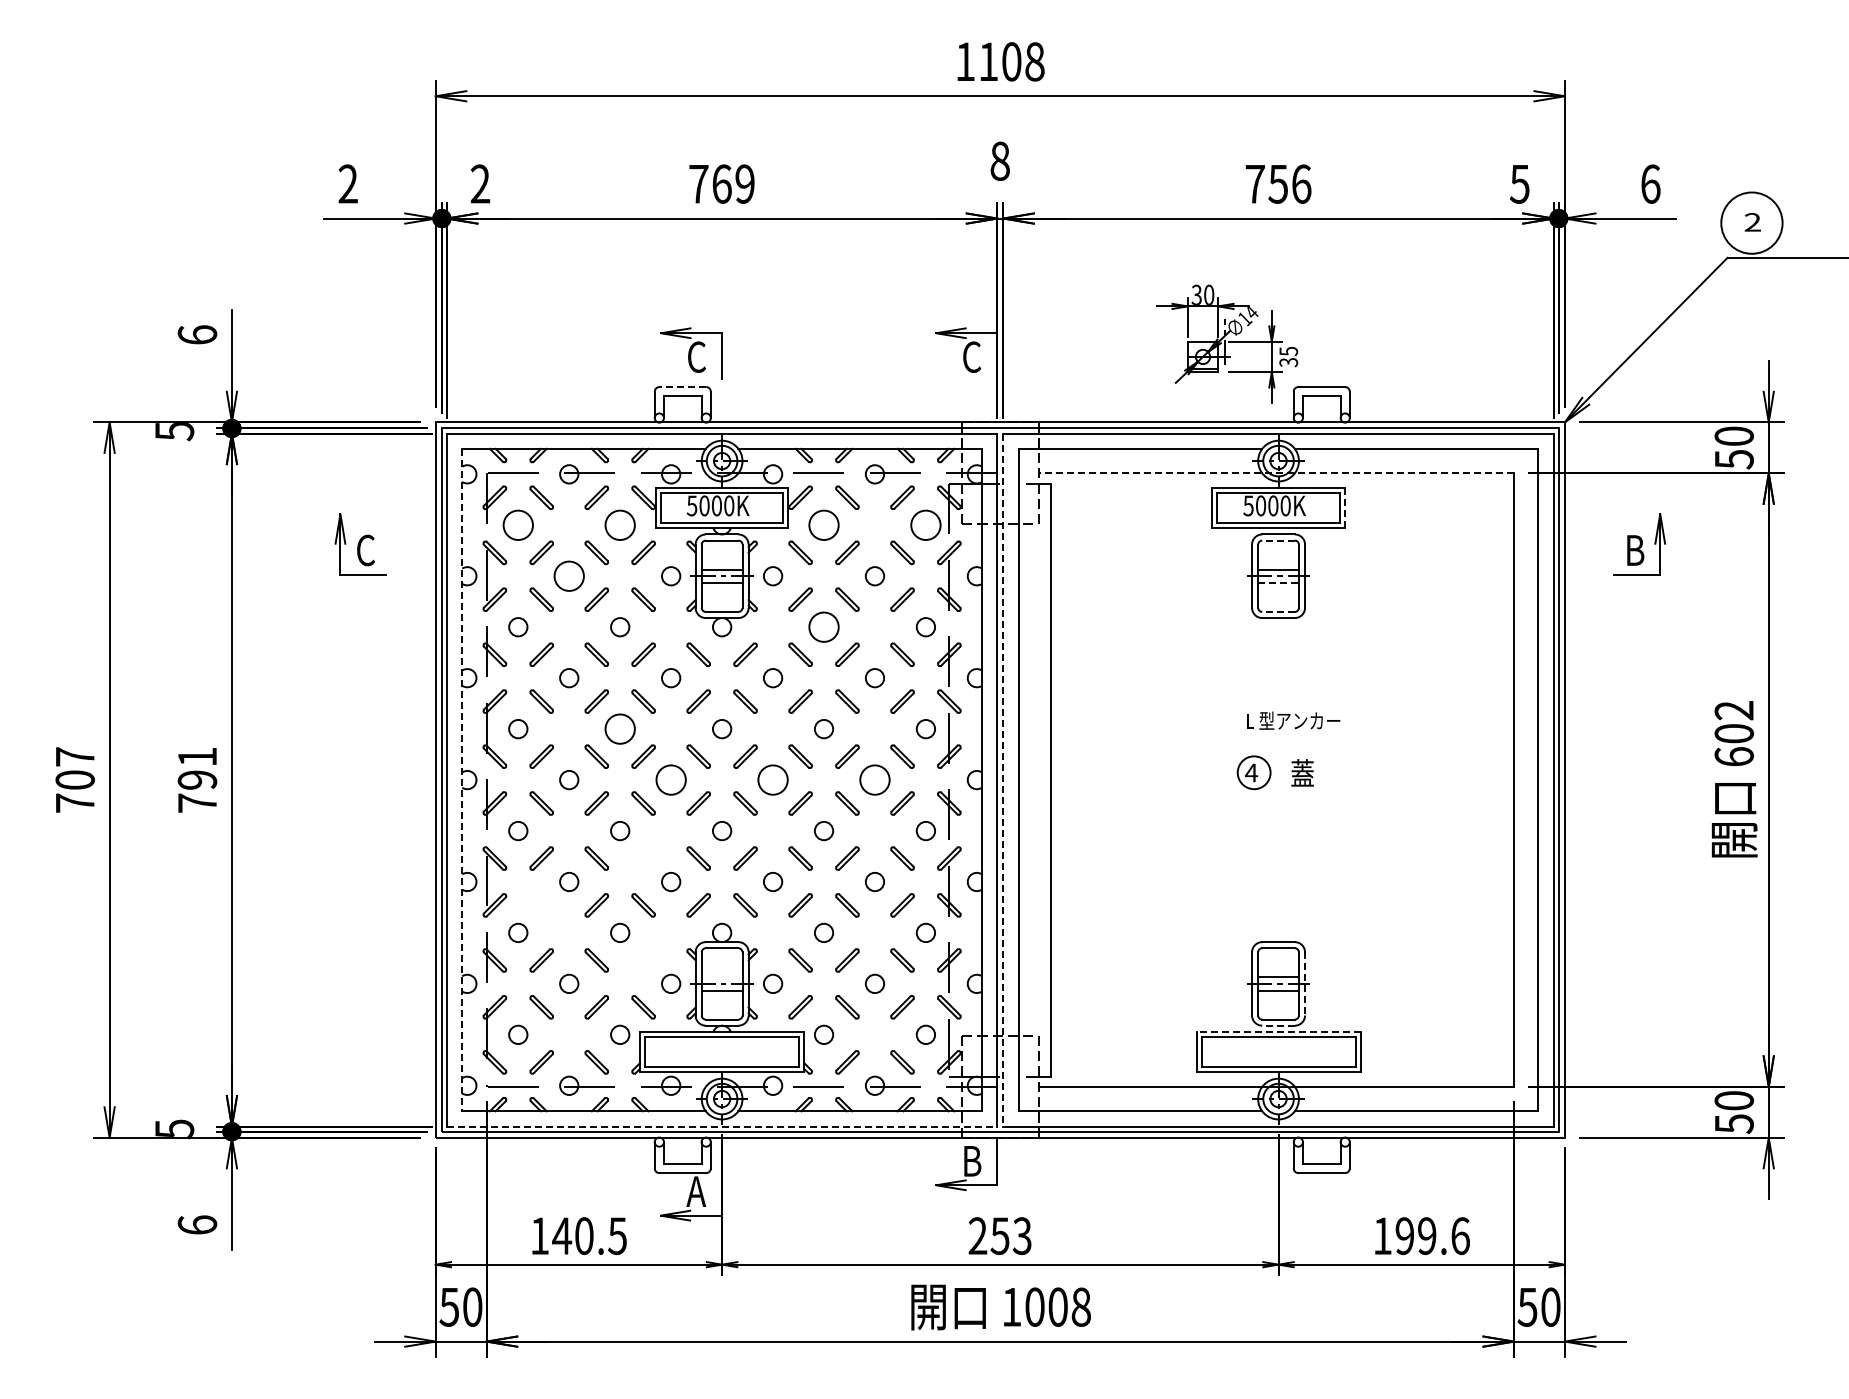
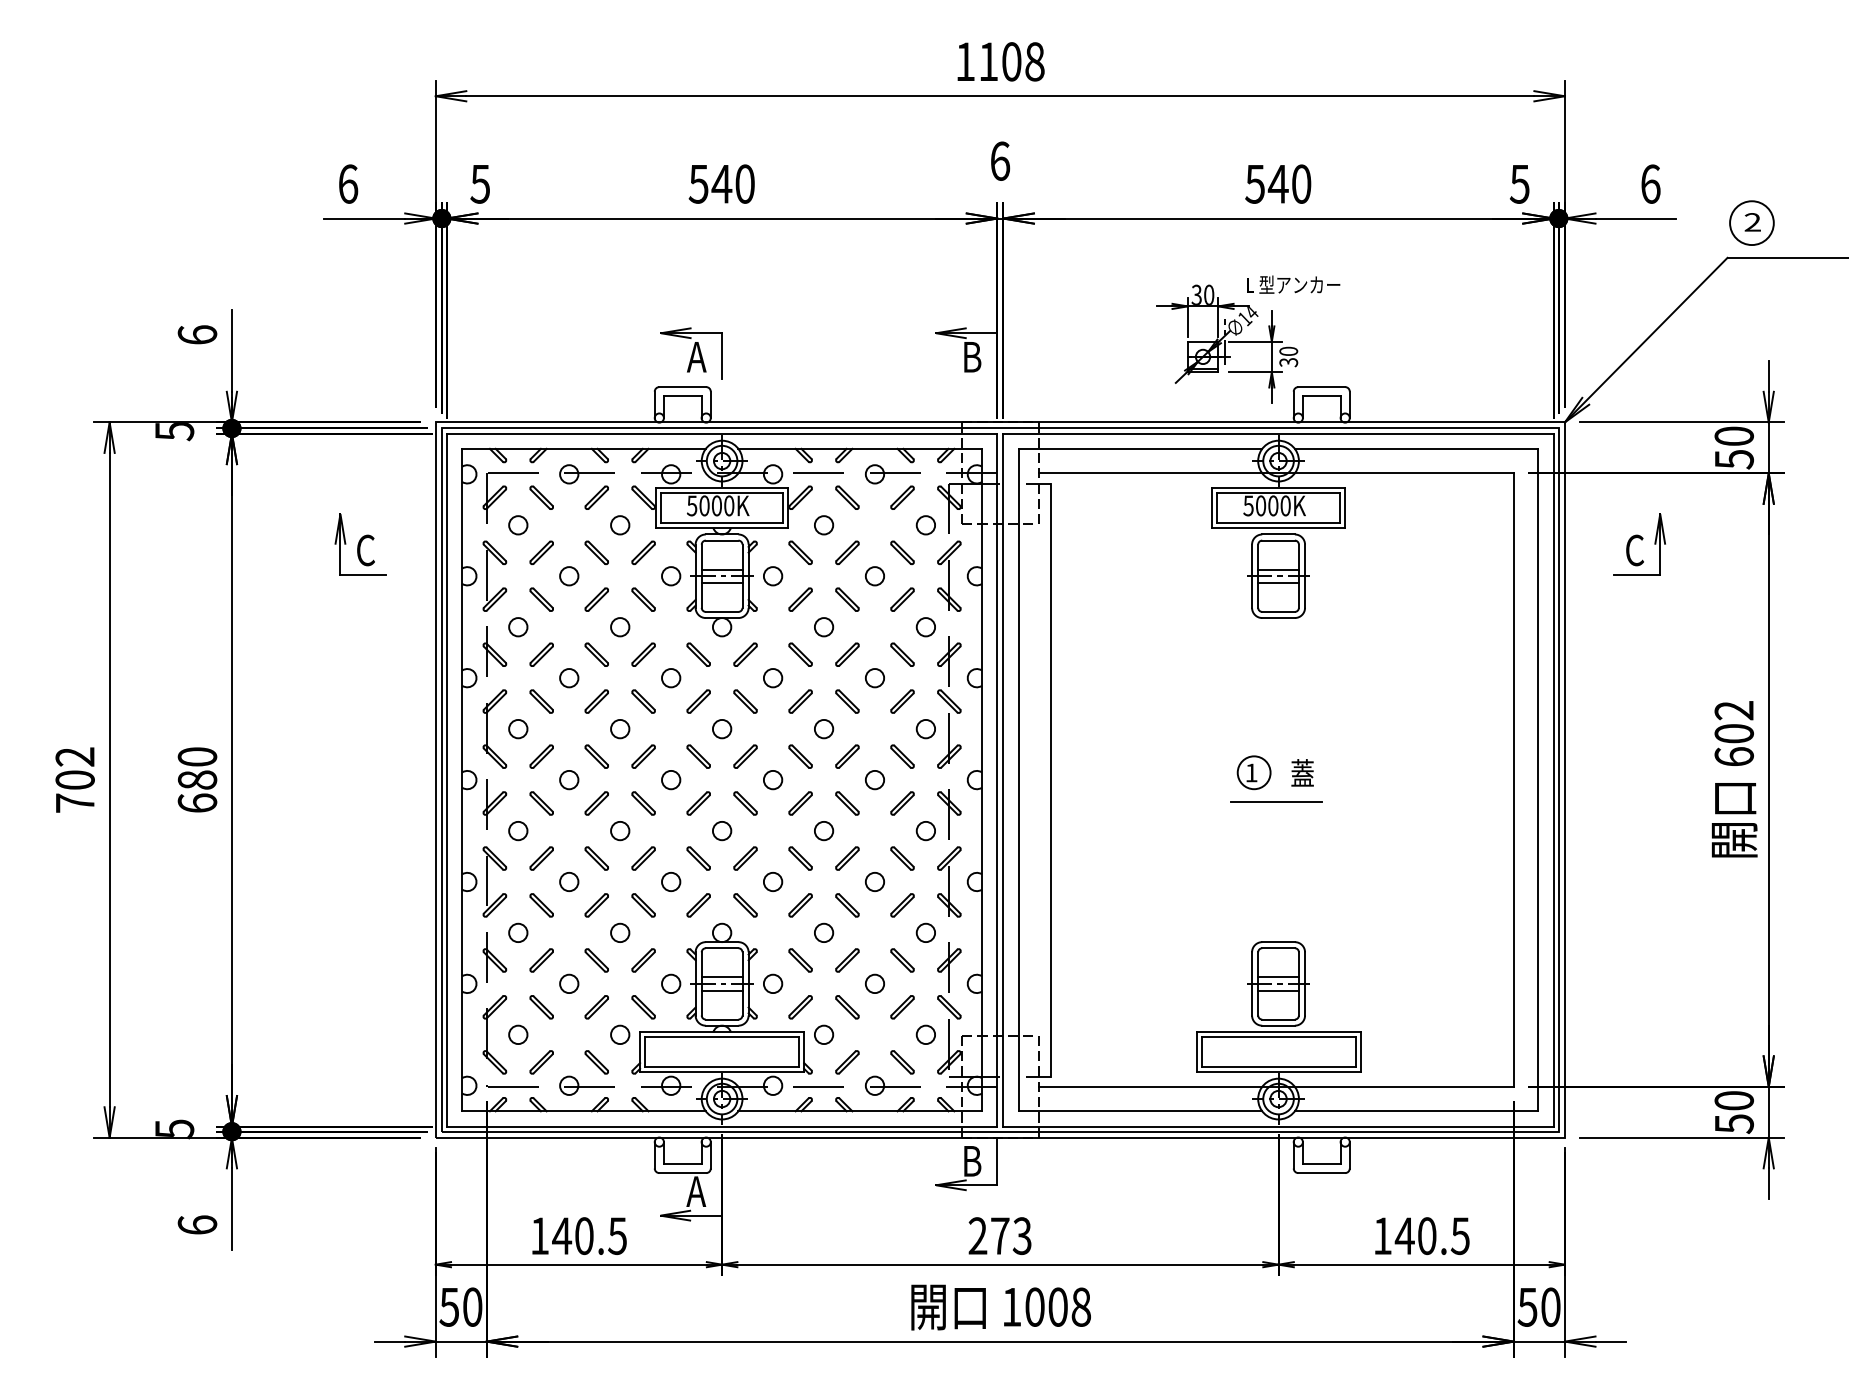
text at (1000, 160): 8 -> 6
text at (348, 183): 2 -> 6
text at (480, 183): 2 -> 5
text at (721, 183): 769 -> 540
text at (1278, 183): 756 -> 540
circle at (1751, 222) diameter: 61 px -> 44 px
text at (1288, 351): 35 -> 30
text at (696, 356): C -> A
text at (972, 356): C -> B
line at (682, 387): dashed -> solid
line at (1276, 473): dashed -> solid
line at (1344, 507): dashed -> solid
circle at (517, 524) diameter: 29 px -> 18 px
circle at (619, 524) diameter: 29 px -> 18 px
circle at (823, 524) diameter: 29 px -> 18 px
circle at (925, 524) diameter: 29 px -> 18 px
line at (1278, 540): dashed -> solid
text at (1635, 550): B -> C
circle at (568, 575) diameter: 29 px -> 18 px
line at (1279, 582): dashed -> solid
line at (1278, 611): dashed -> solid
circle at (823, 626) diameter: 29 px -> 18 px
text at (1293, 720) position: (1293, 720) -> (1293, 284)
circle at (619, 728) diameter: 29 px -> 18 px
text at (74, 756): 707 -> 702
text at (1251, 772): 4 -> 1
text at (197, 779): 791 -> 680
circle at (670, 779) diameter: 29 px -> 18 px
circle at (772, 779) diameter: 29 px -> 18 px
circle at (874, 779) diameter: 29 px -> 18 px
line at (462, 780): dashed -> solid
line at (1003, 780): dashed -> solid
line at (1276, 801): none -> present
part at (643, 858): none -> present
part at (541, 905): none -> present
part at (643, 960): none -> present
line at (721, 977): none -> present
line at (1305, 983): dashed -> solid
line at (1278, 1025): dashed -> solid
line at (1278, 1032): dashed -> solid
line at (722, 1126): dashed -> solid
text at (999, 1236): 253 -> 273
text at (1431, 1236): 199.6 -> 140.5
